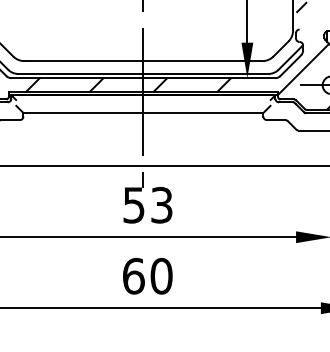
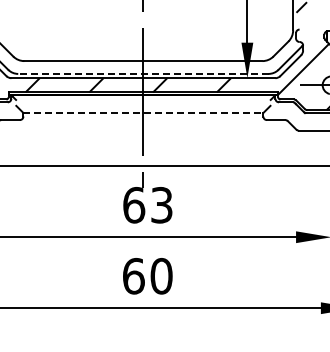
line at (142, 73): solid -> dashed
line at (143, 112): solid -> dashed
text at (134, 205): 53 -> 63
